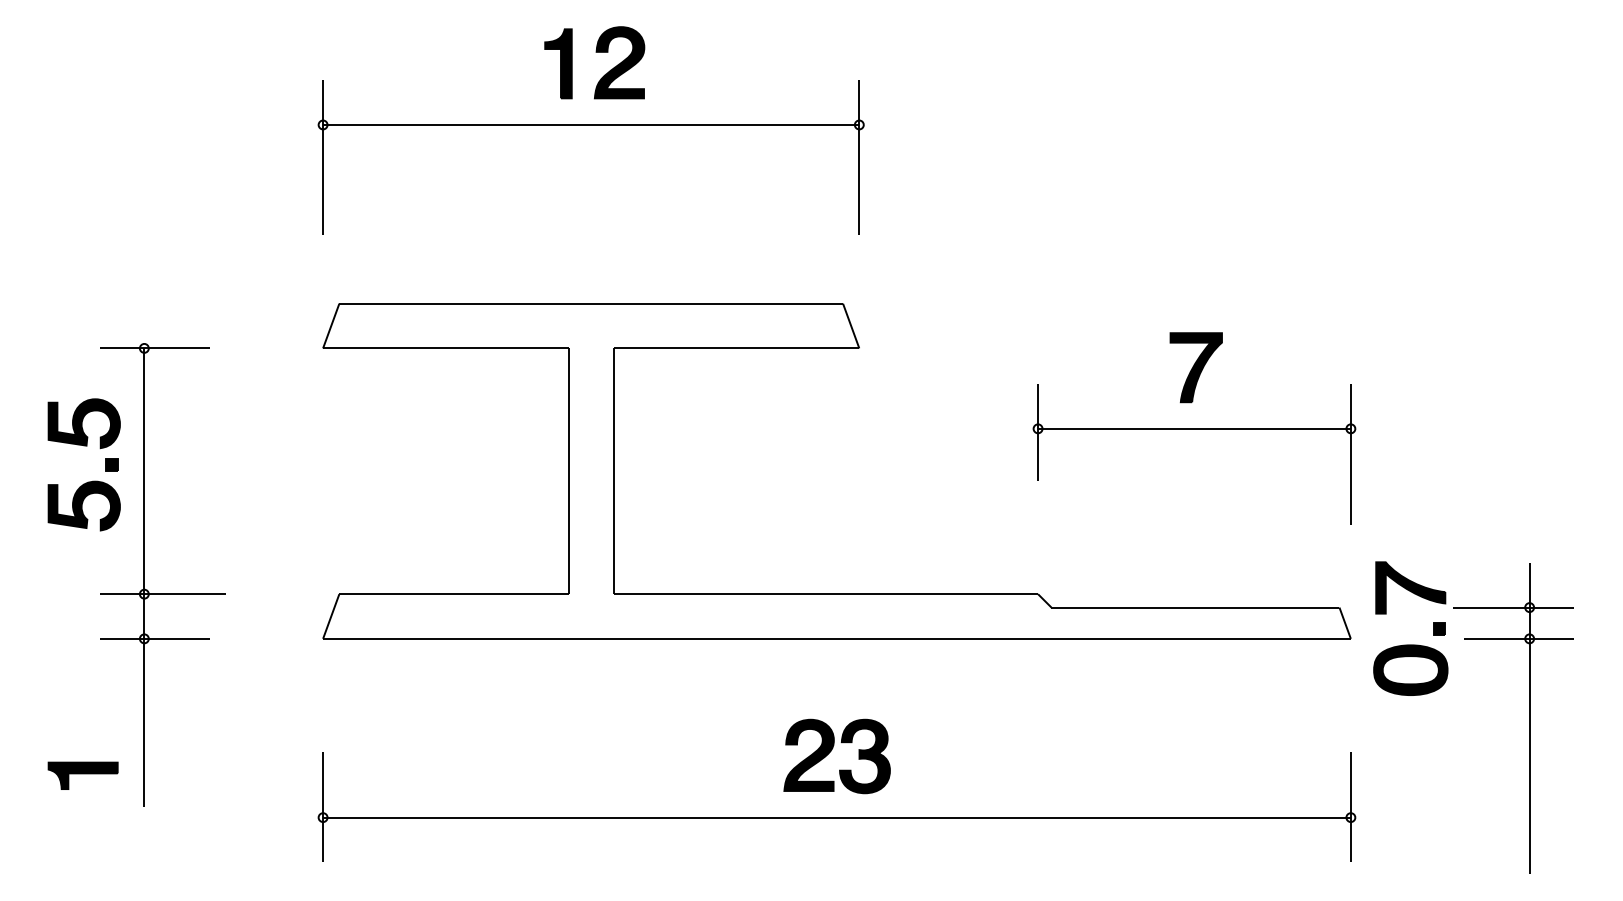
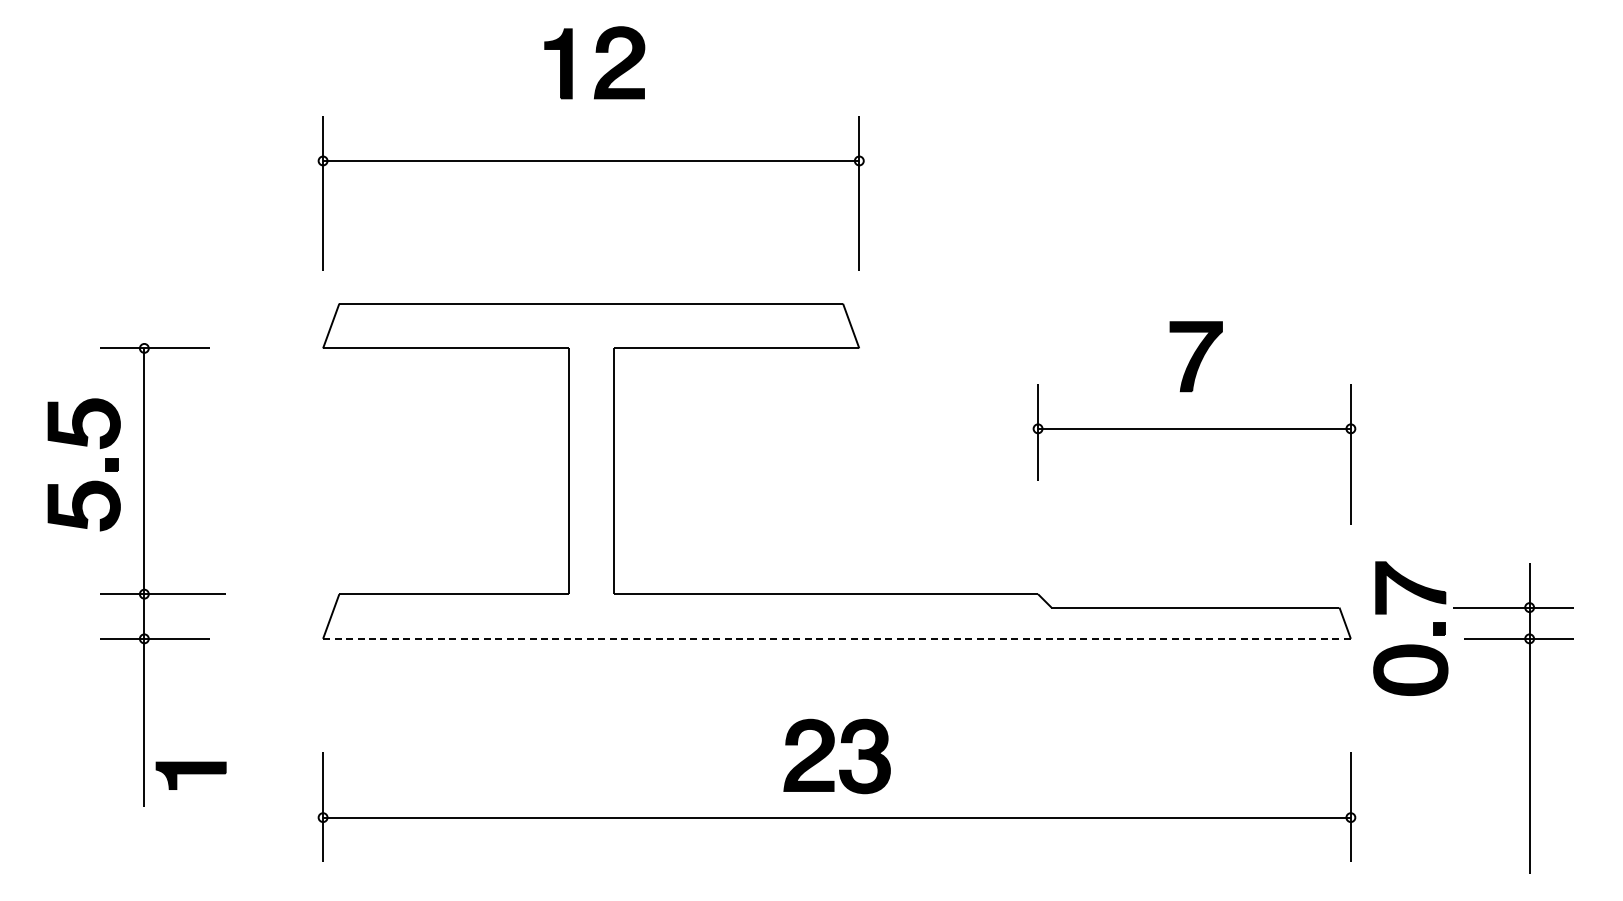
part at (590, 125) position: (590, 125) -> (590, 161)
part at (1195, 367) position: (1195, 367) -> (1195, 356)
line at (836, 638): solid -> dashed
part at (82, 775) position: (82, 775) -> (190, 775)
